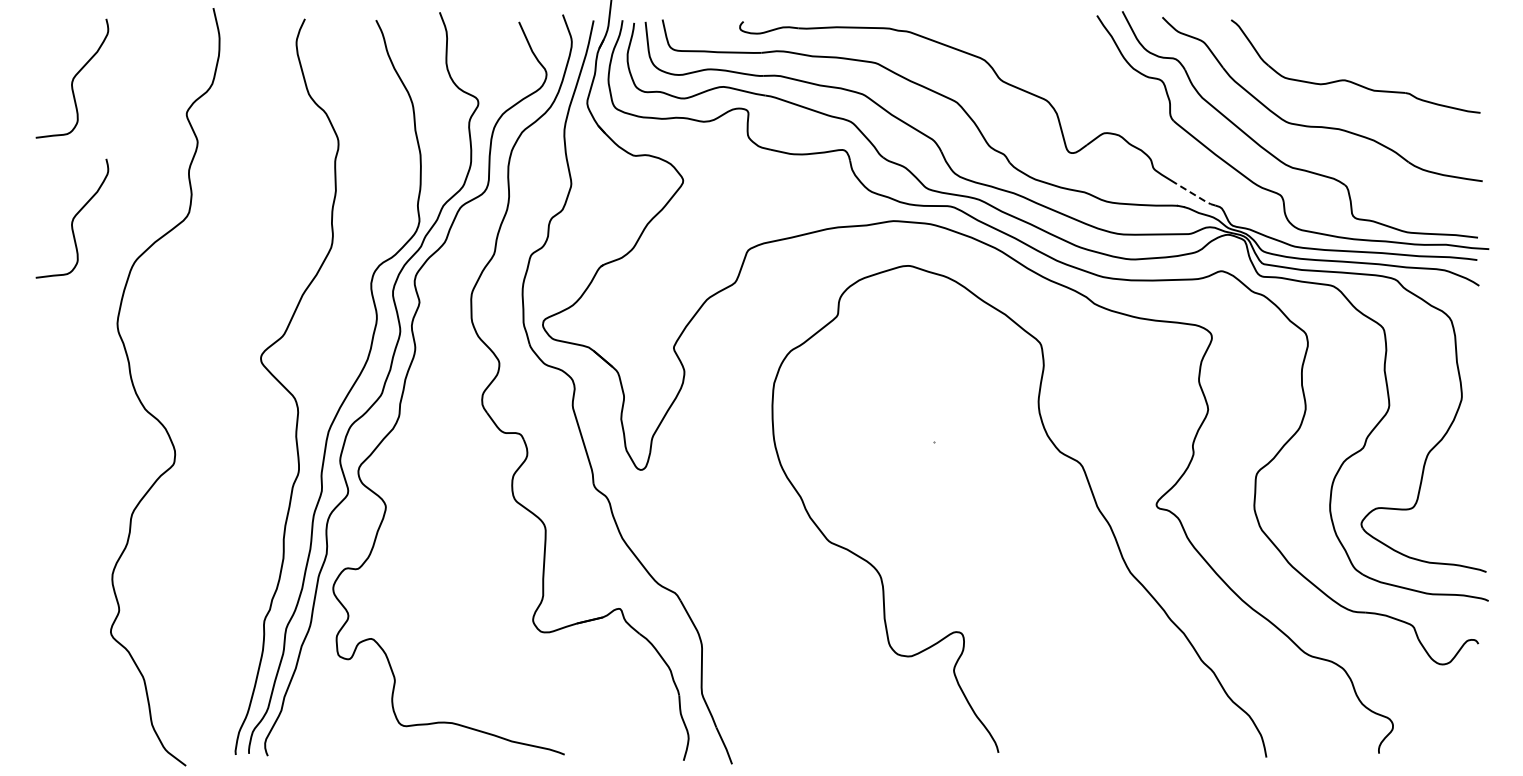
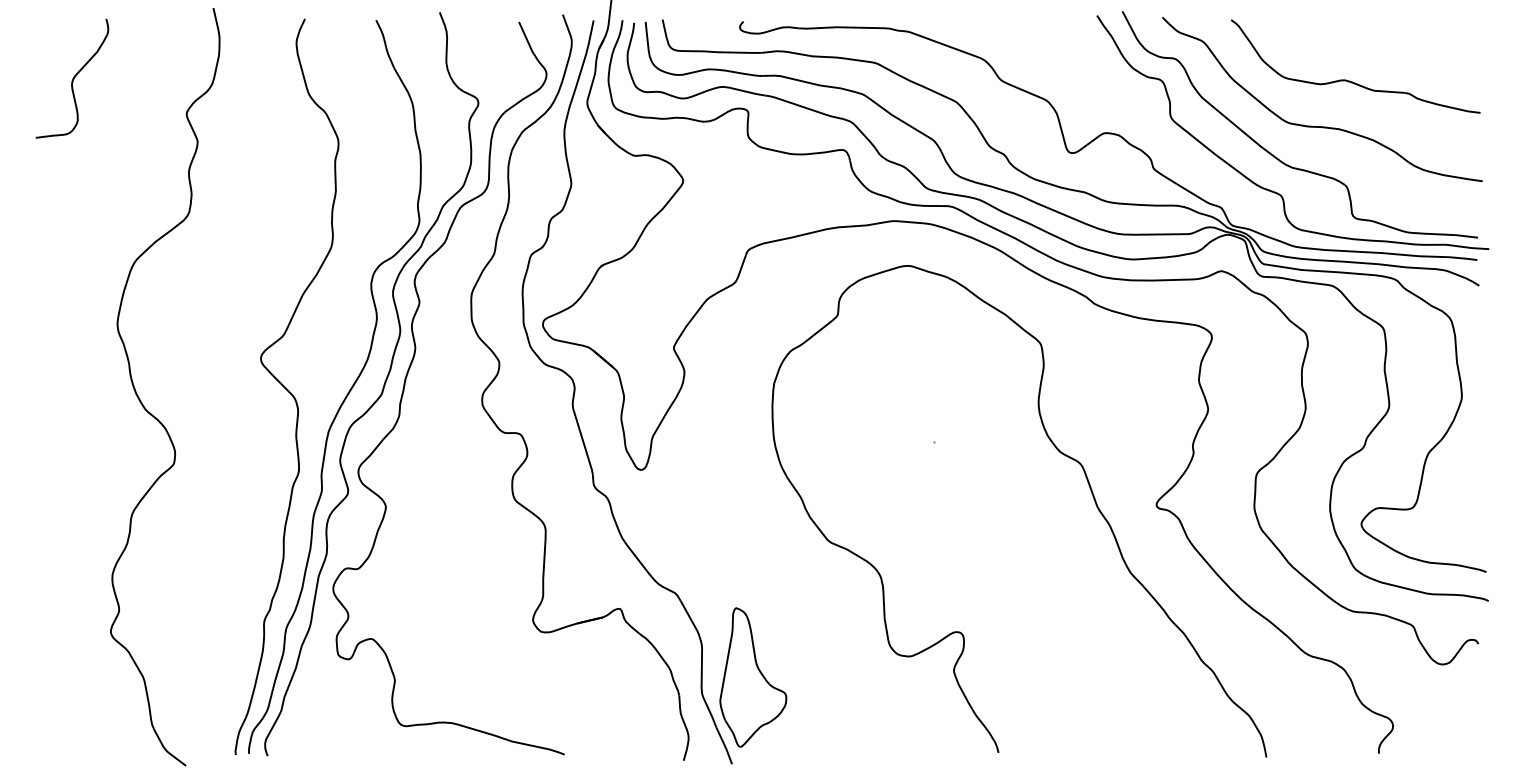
line at (1196, 196): dashed -> solid
curve at (72, 218): present -> none
part at (753, 677): none -> present
